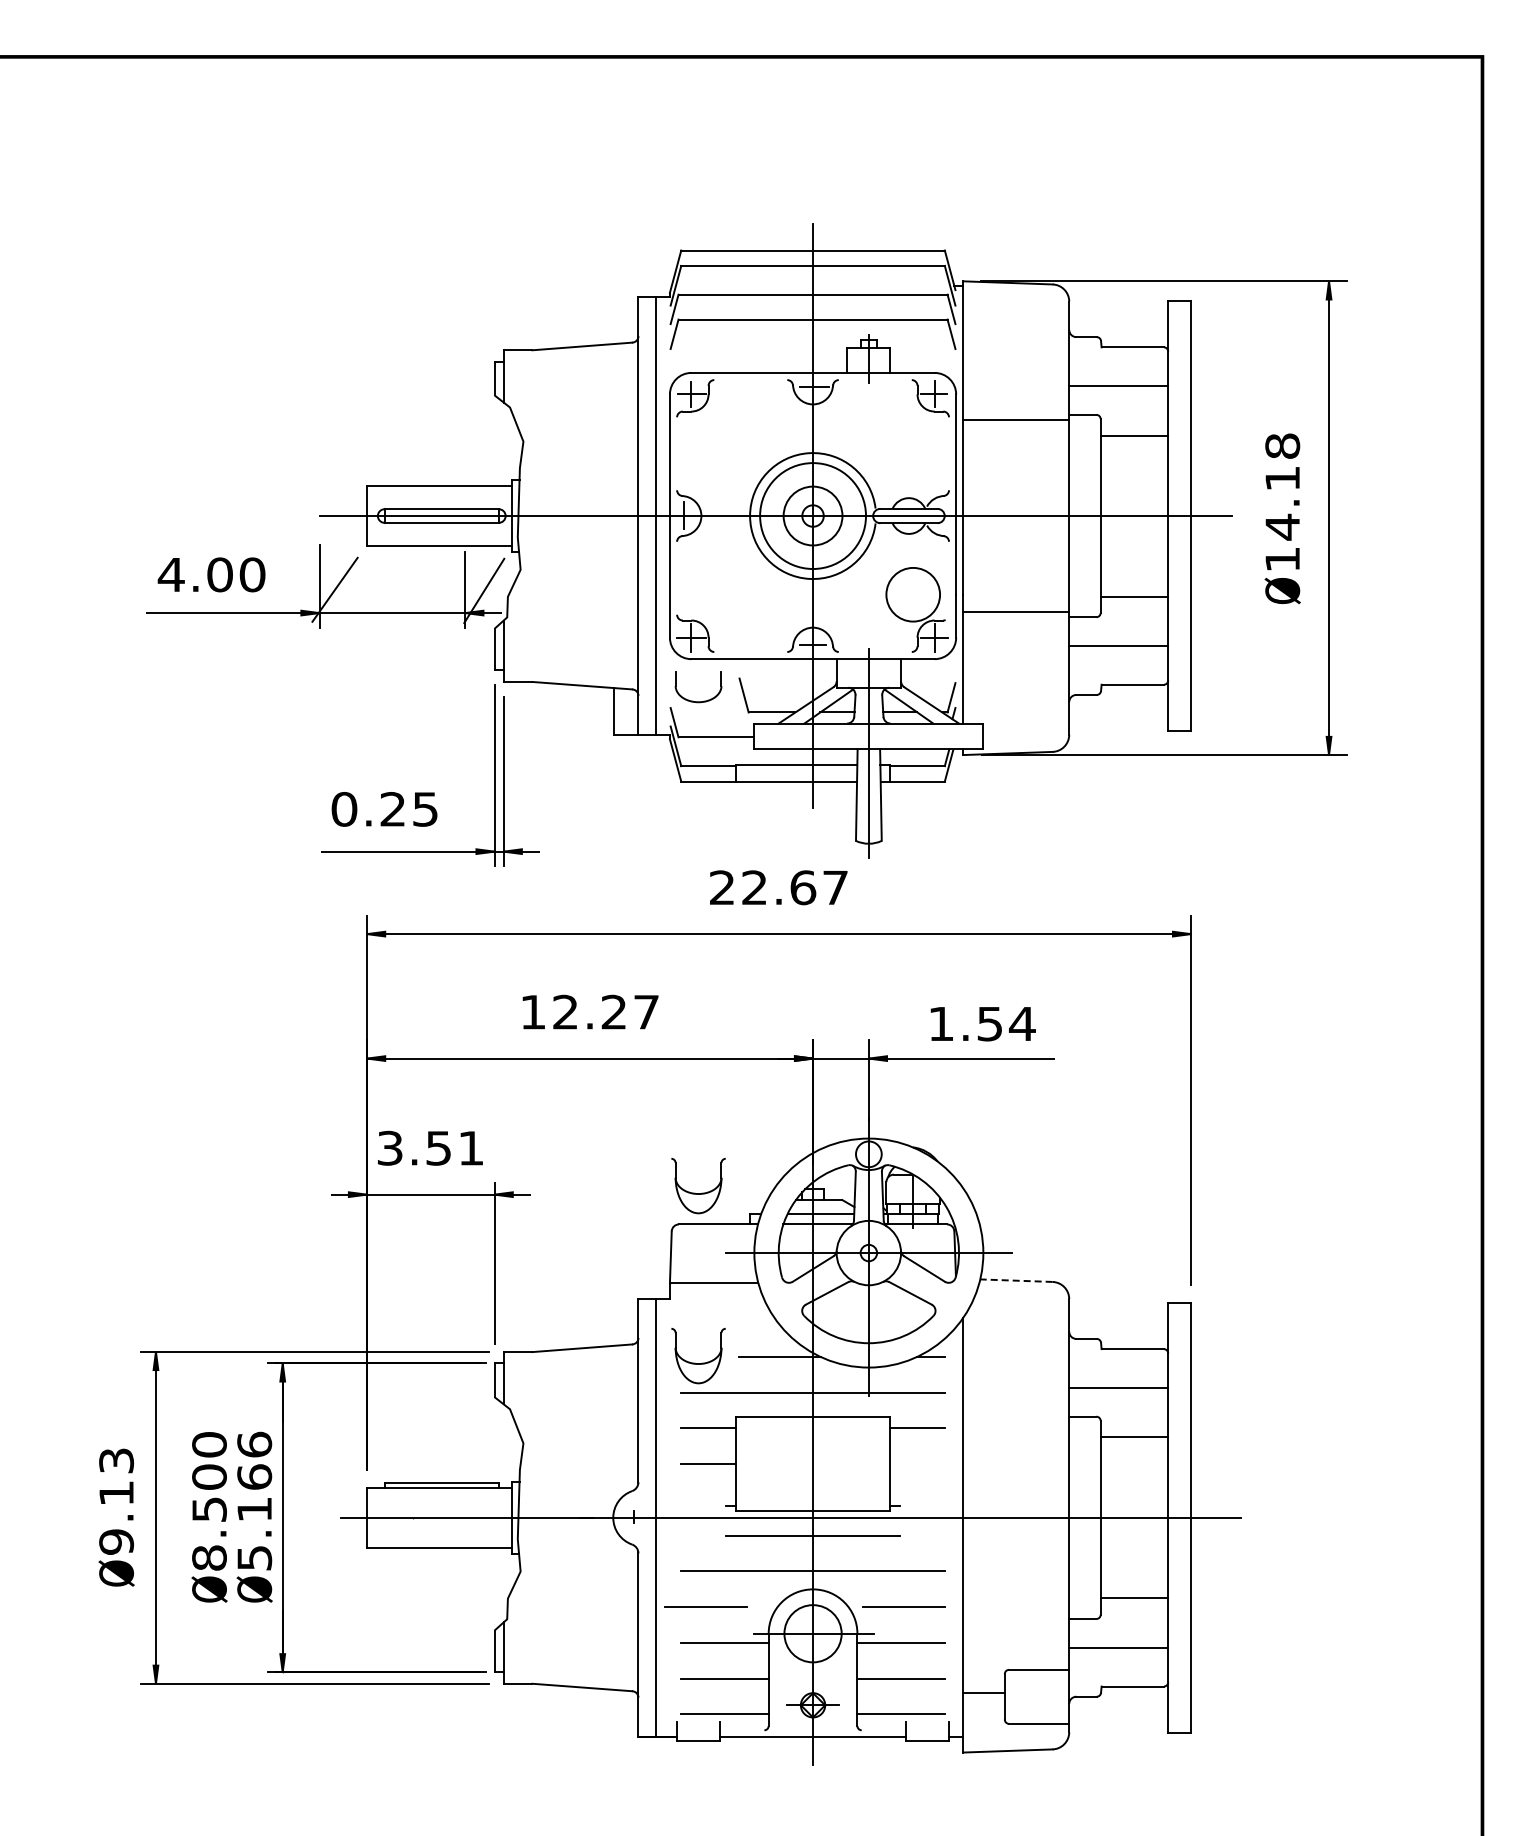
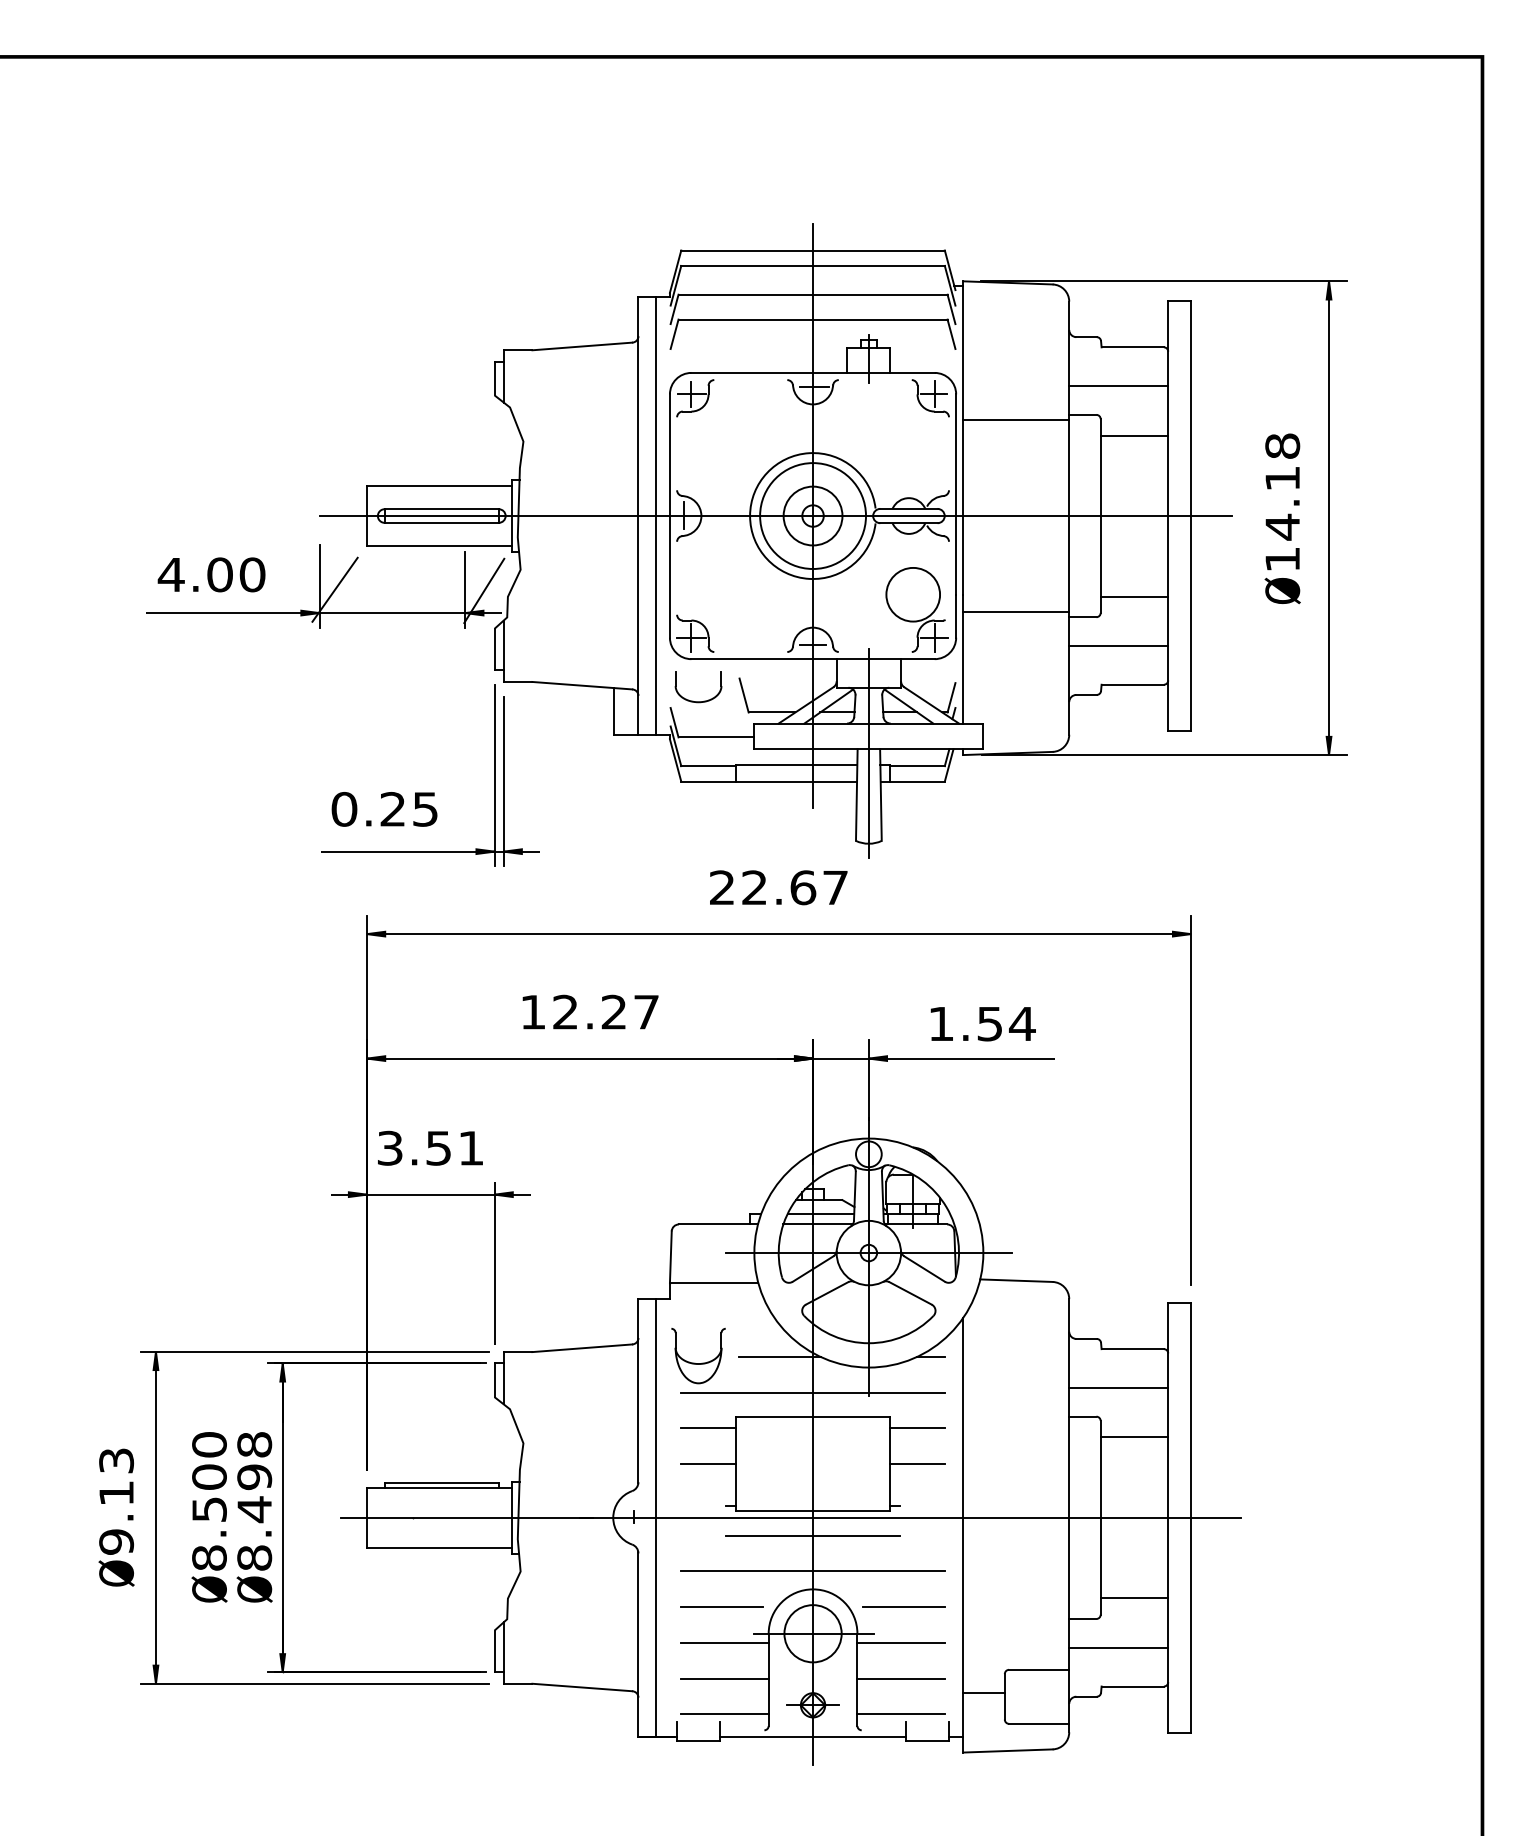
part at (698, 1193): present -> none
line at (1015, 1280): dashed -> solid
line at (917, 1464): none -> present
text at (254, 1500): 5.166 -> 8.498
line at (705, 1606) position: (705, 1606) -> (721, 1606)
